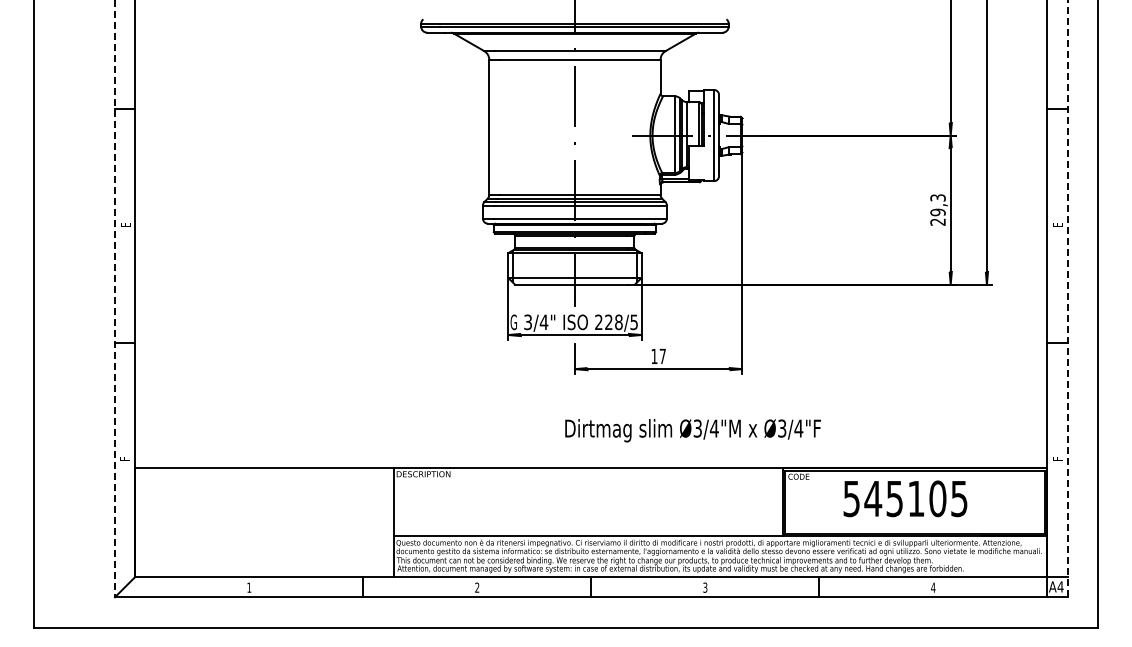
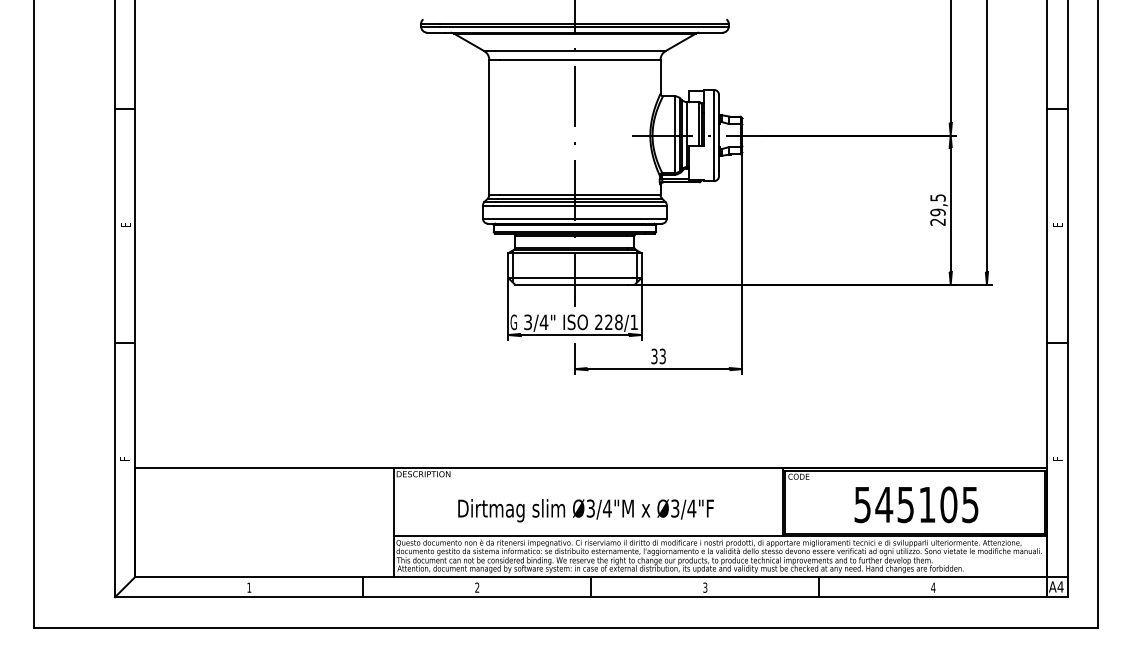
text at (937, 197): 29,3 -> 29,5
line at (1067, 298): dashed -> solid
line at (115, 299): dashed -> solid
text at (633, 322): 228/5 -> 228/1
text at (658, 356): 17 -> 33
text at (692, 430) position: (692, 430) -> (585, 510)
text at (905, 498) position: (905, 498) -> (916, 504)
